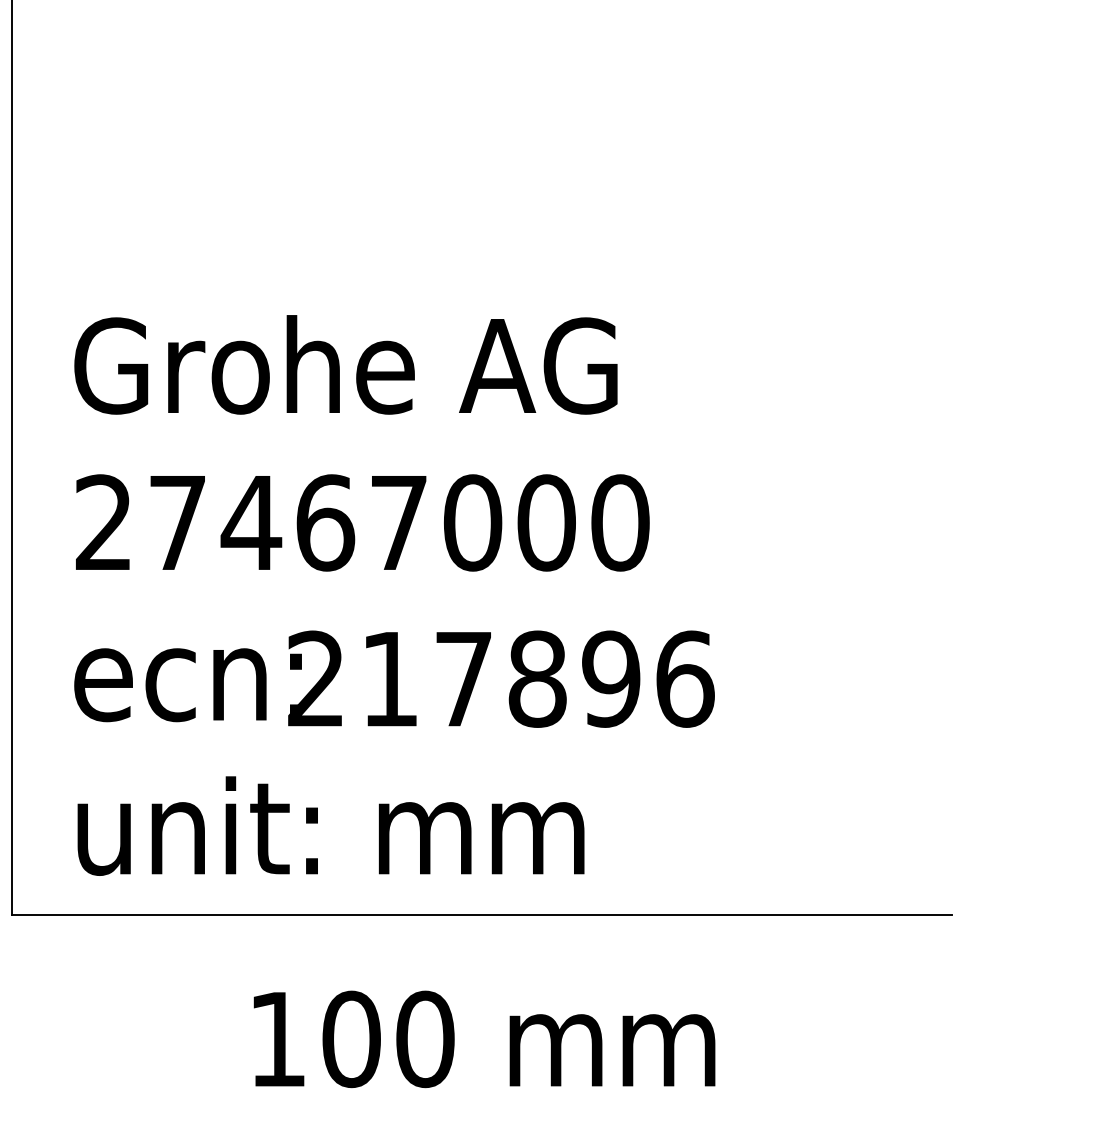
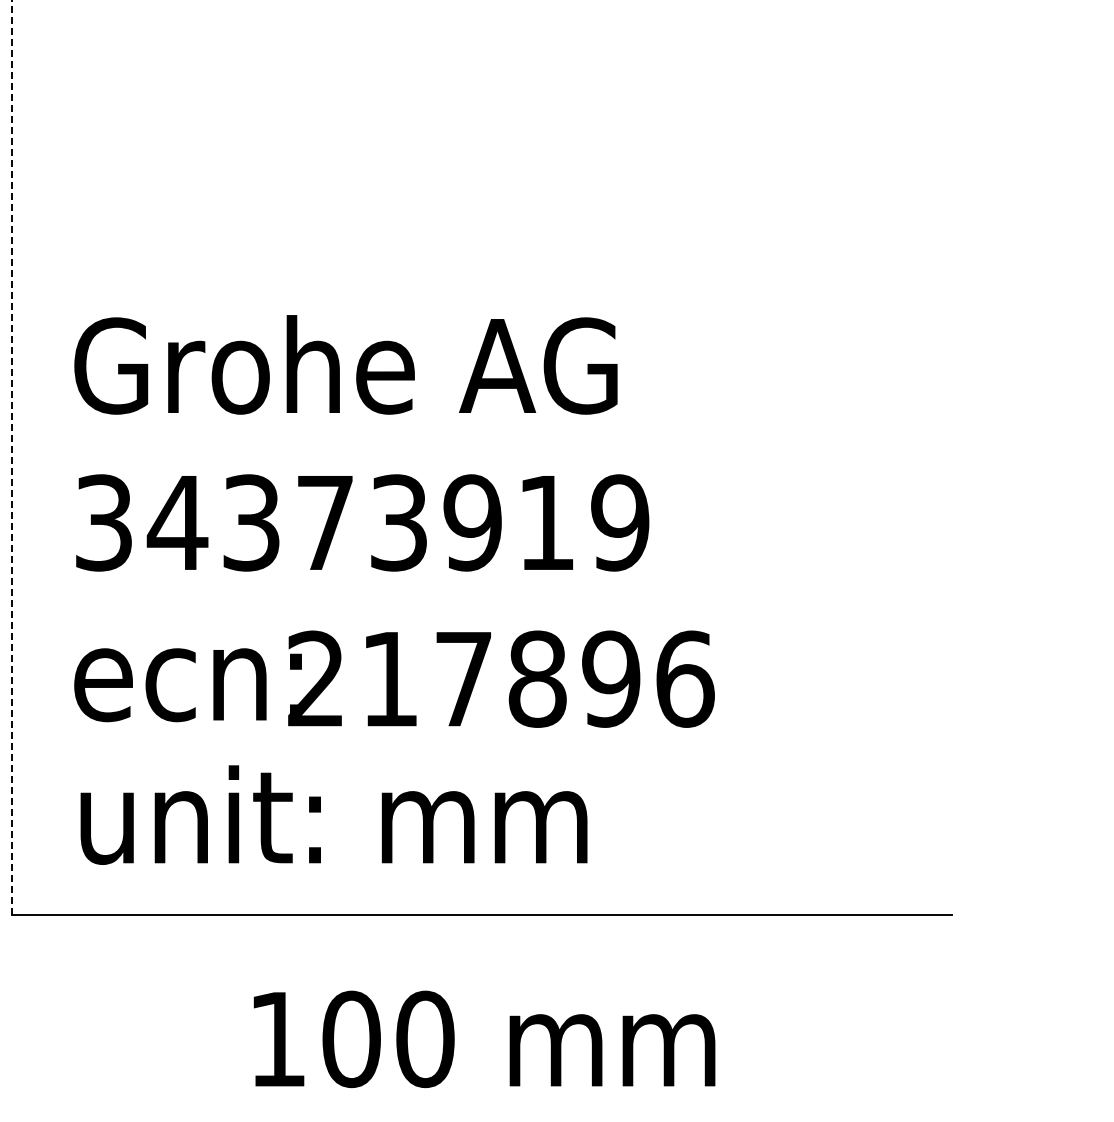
line at (11, 457): solid -> dashed
text at (362, 522): 27467000 -> 34373919
text at (330, 825) position: (330, 825) -> (333, 814)
